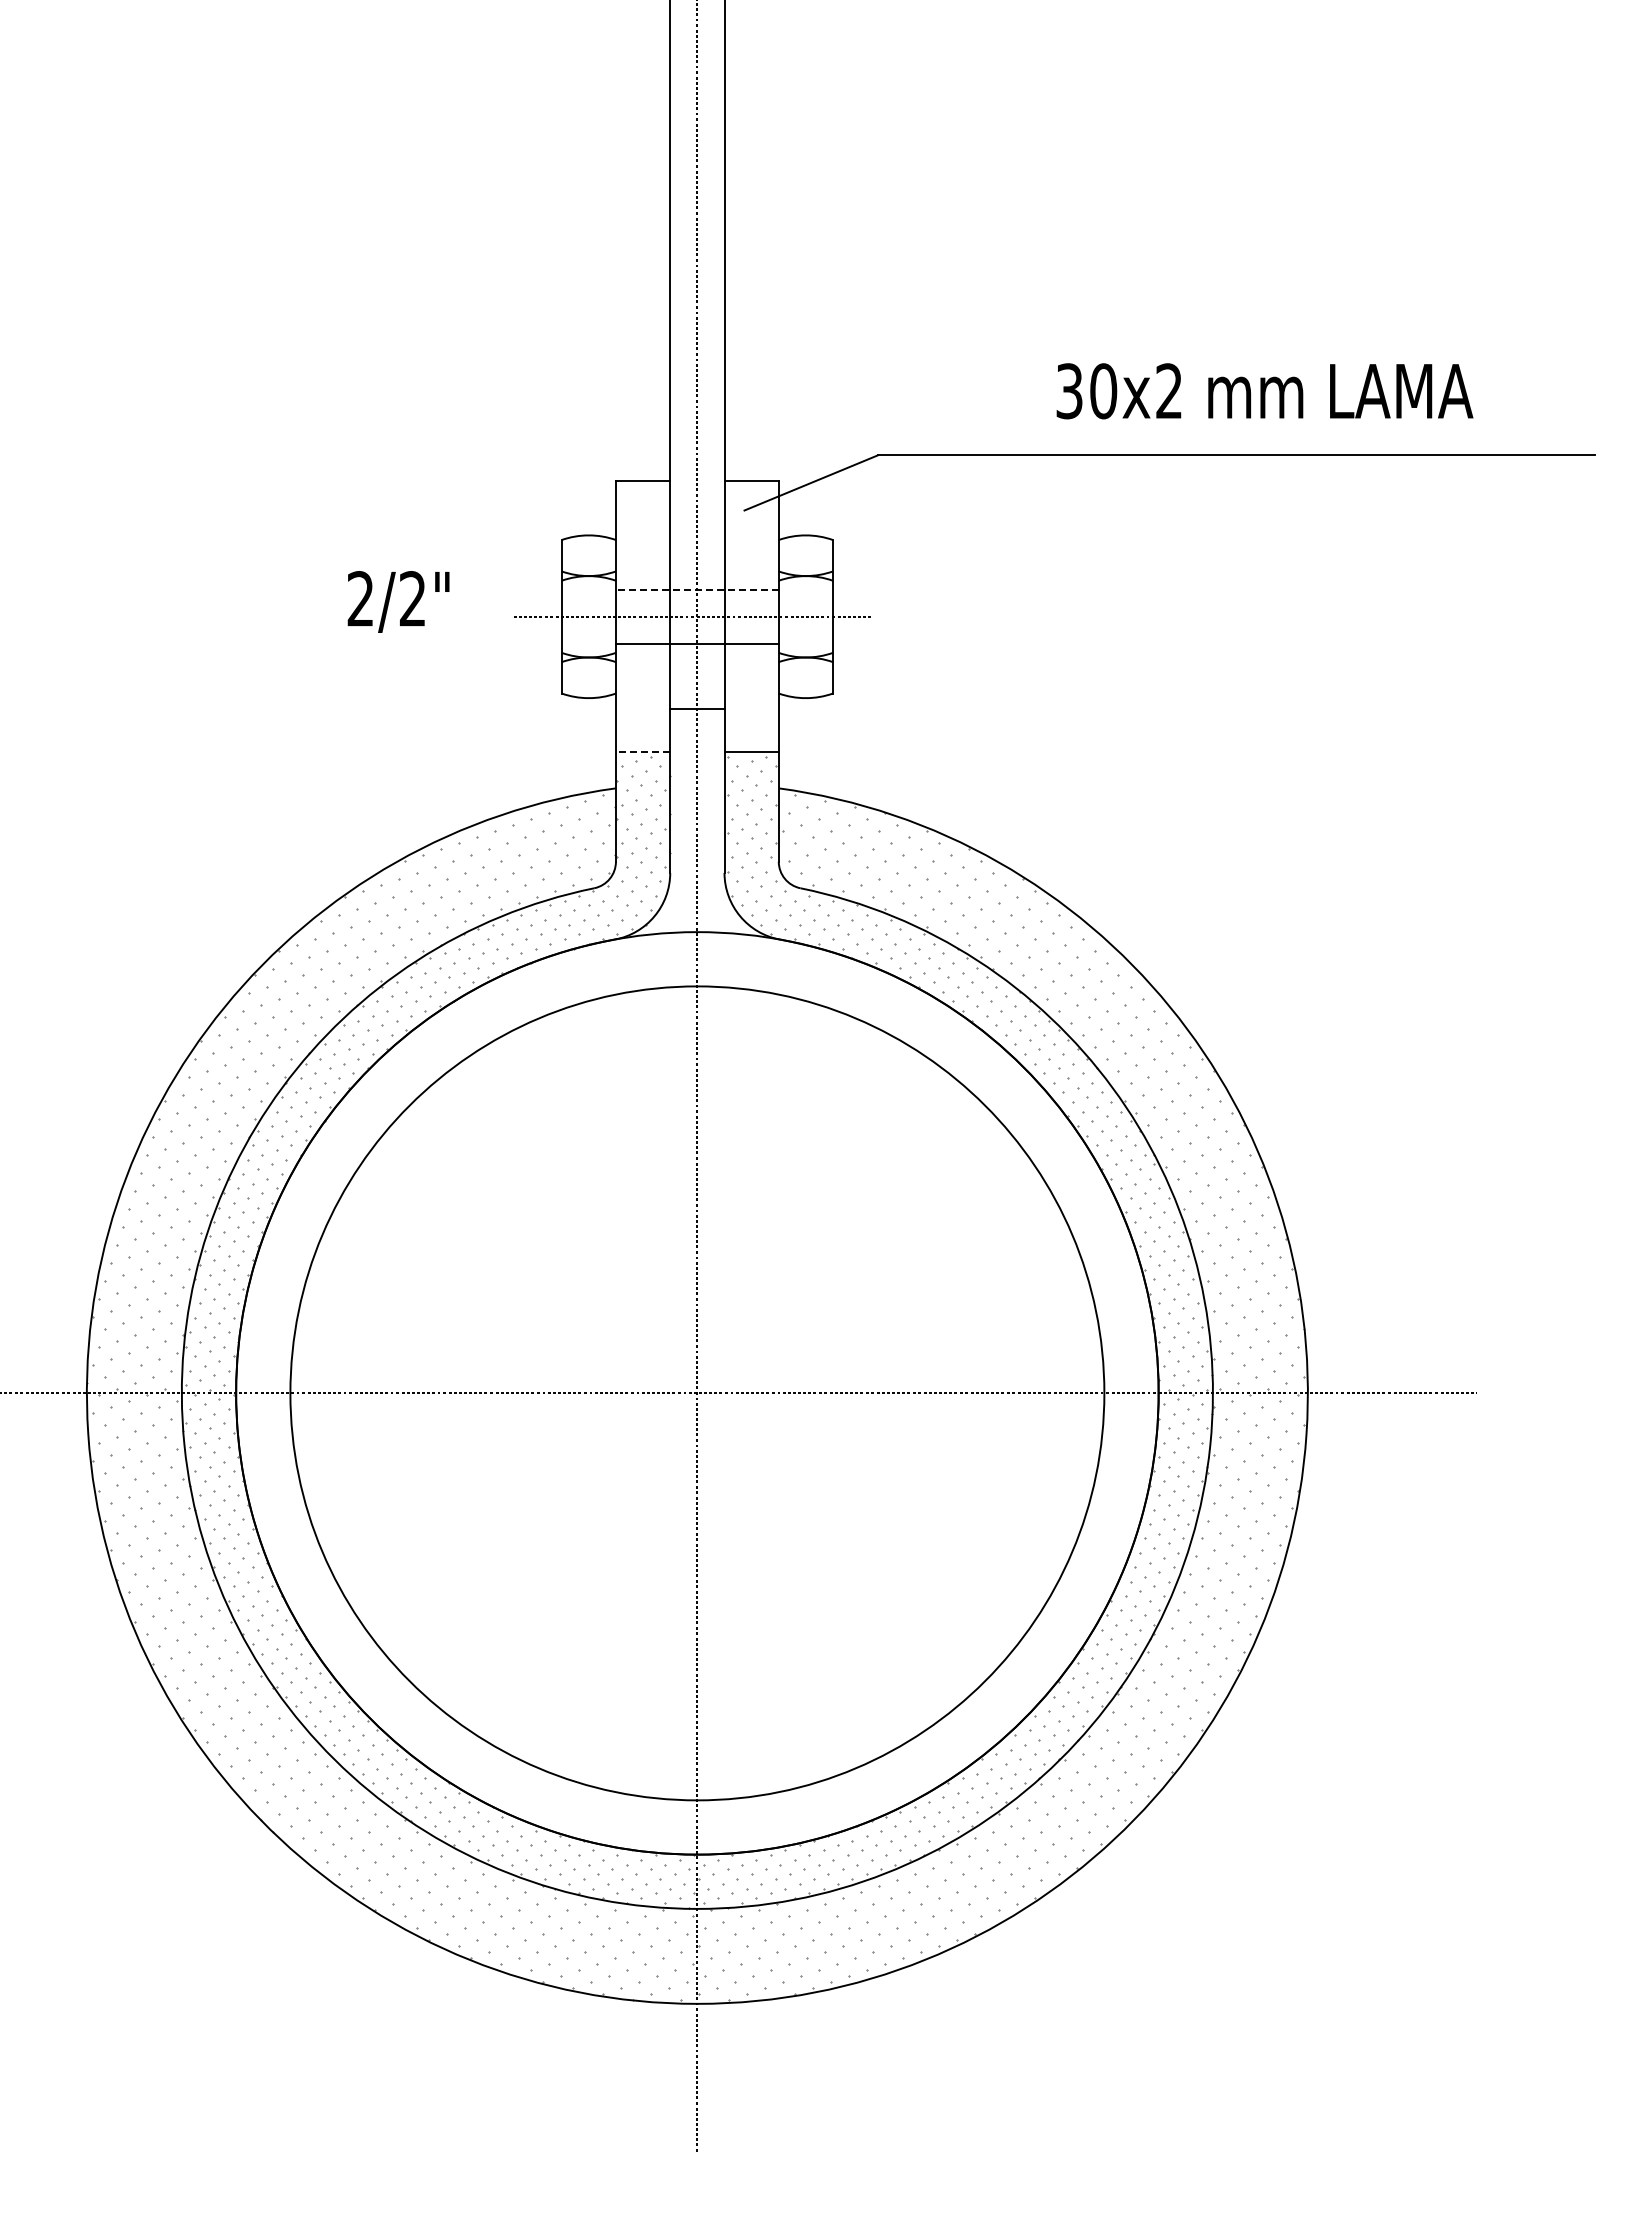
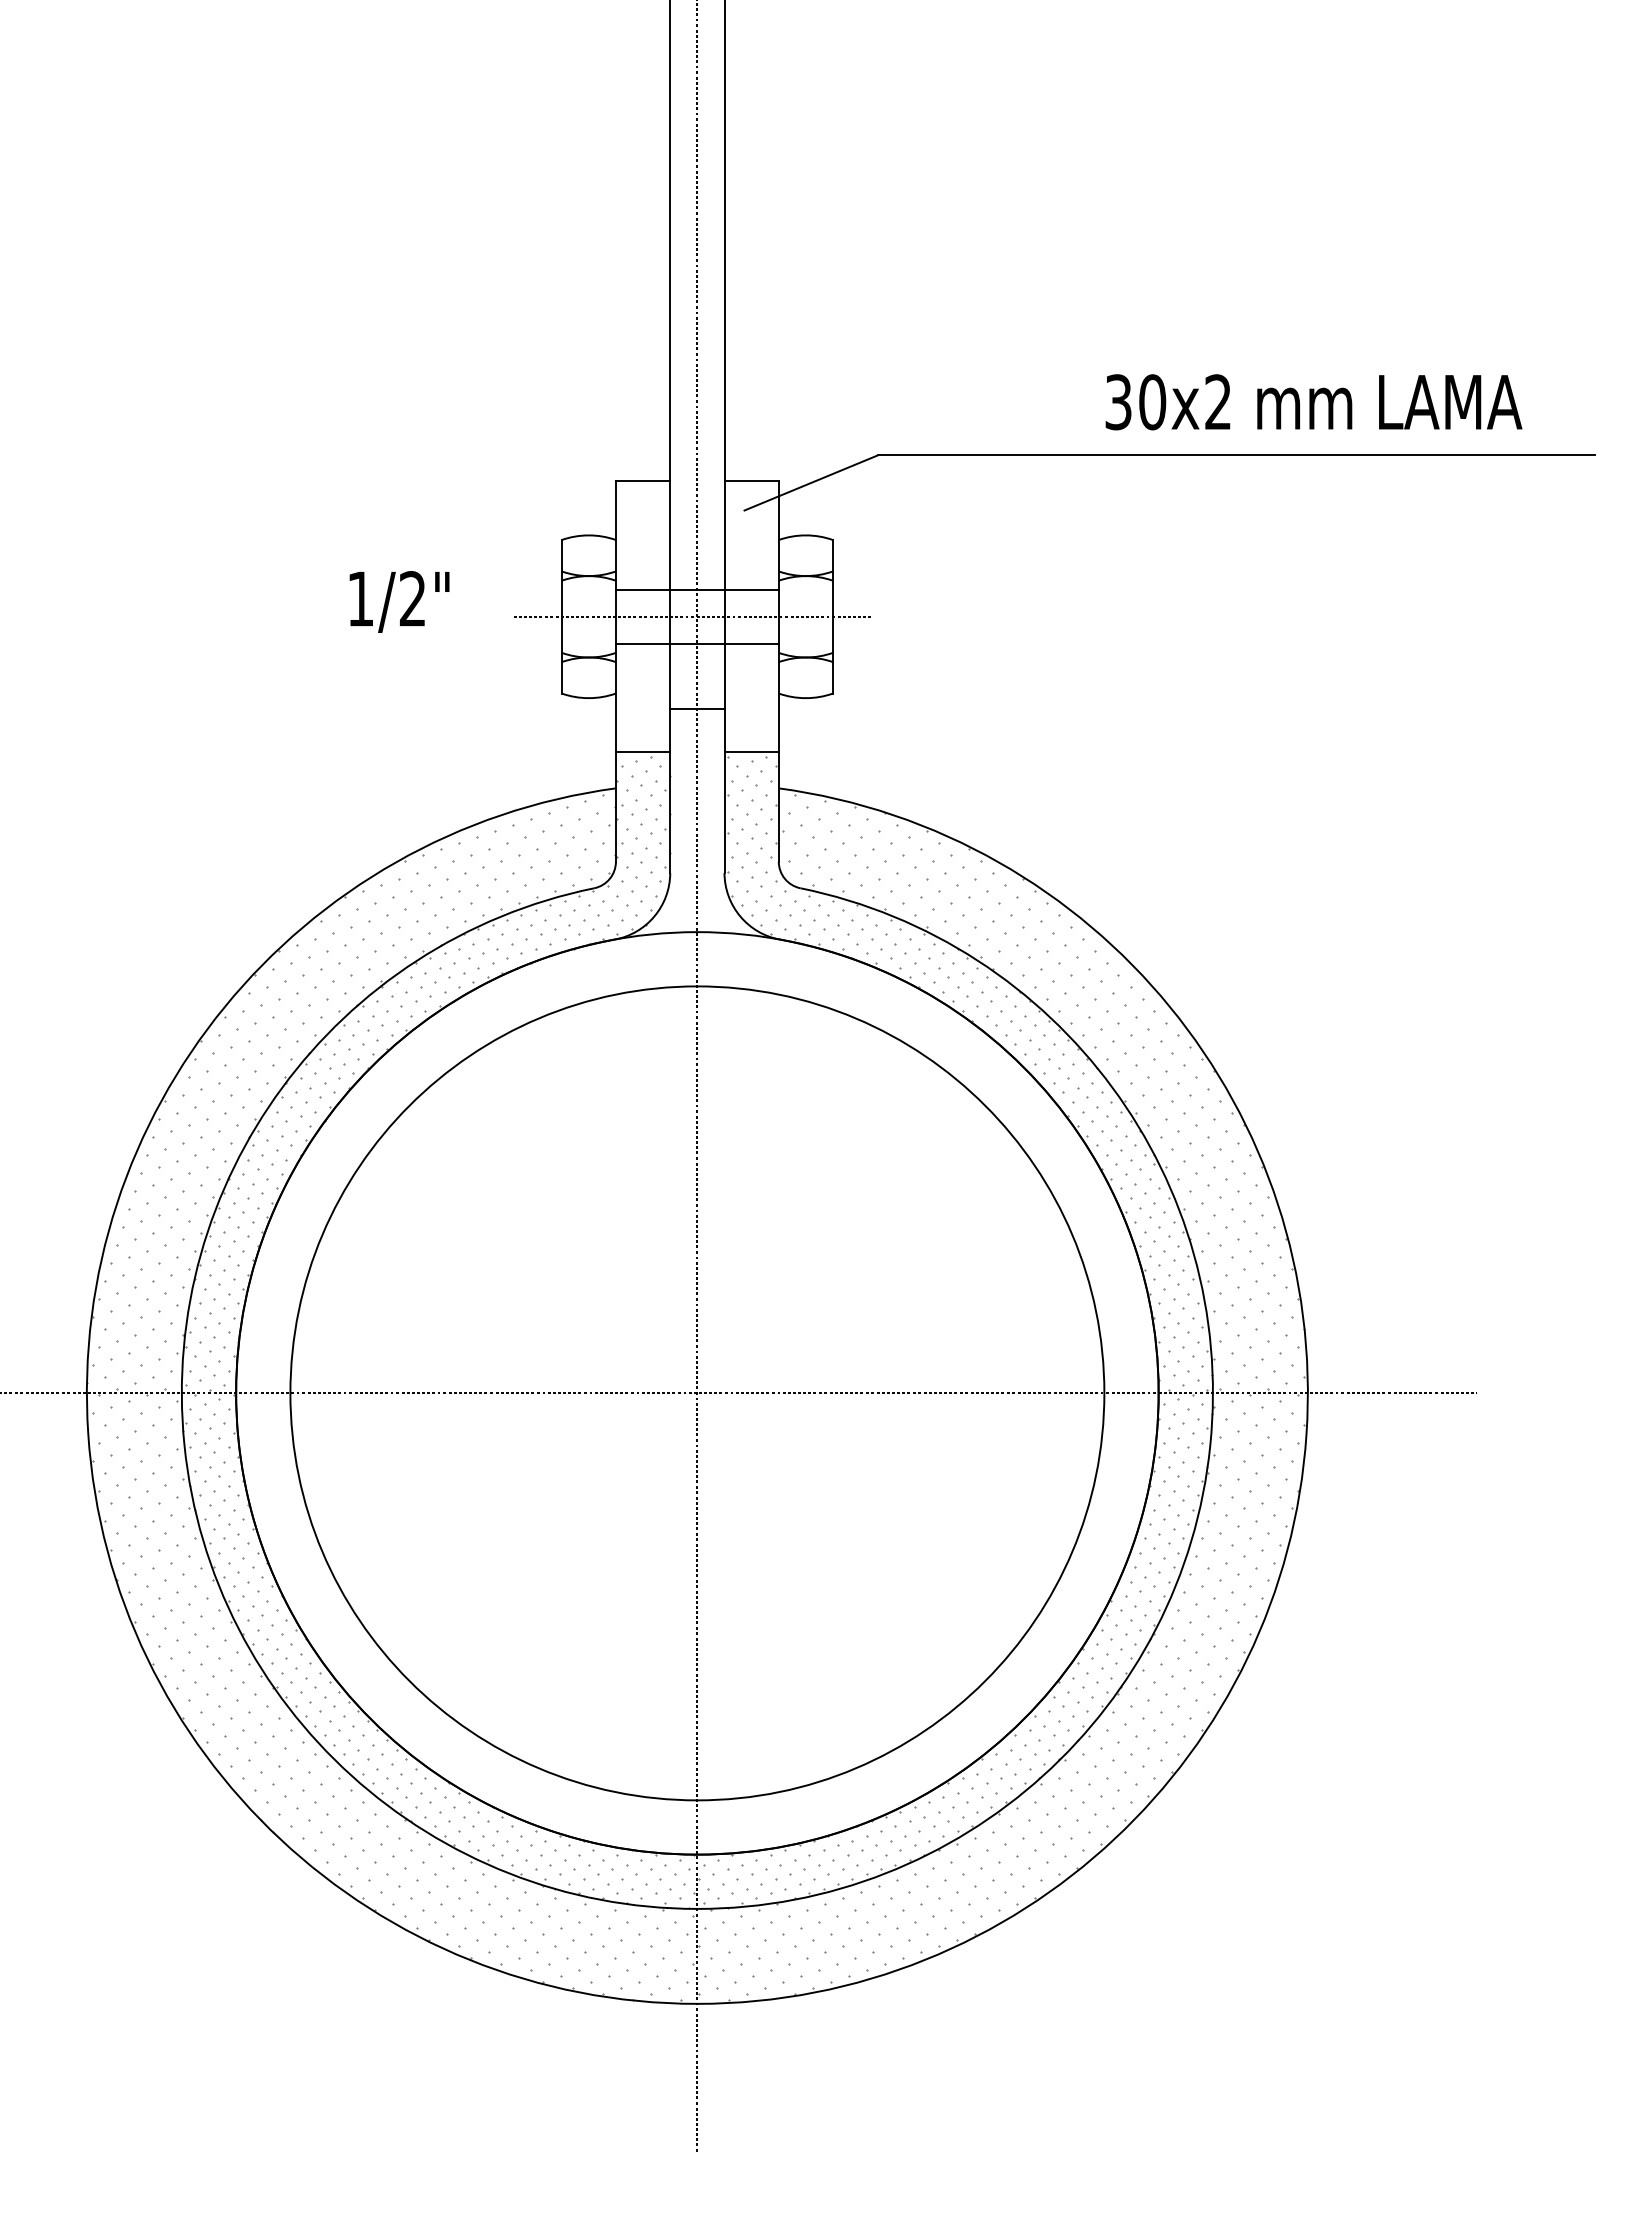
text at (1264, 391) position: (1264, 391) -> (1313, 402)
line at (696, 589): dashed -> solid
text at (359, 598): 2/2" -> 1/2"
line at (642, 752): dashed -> solid
